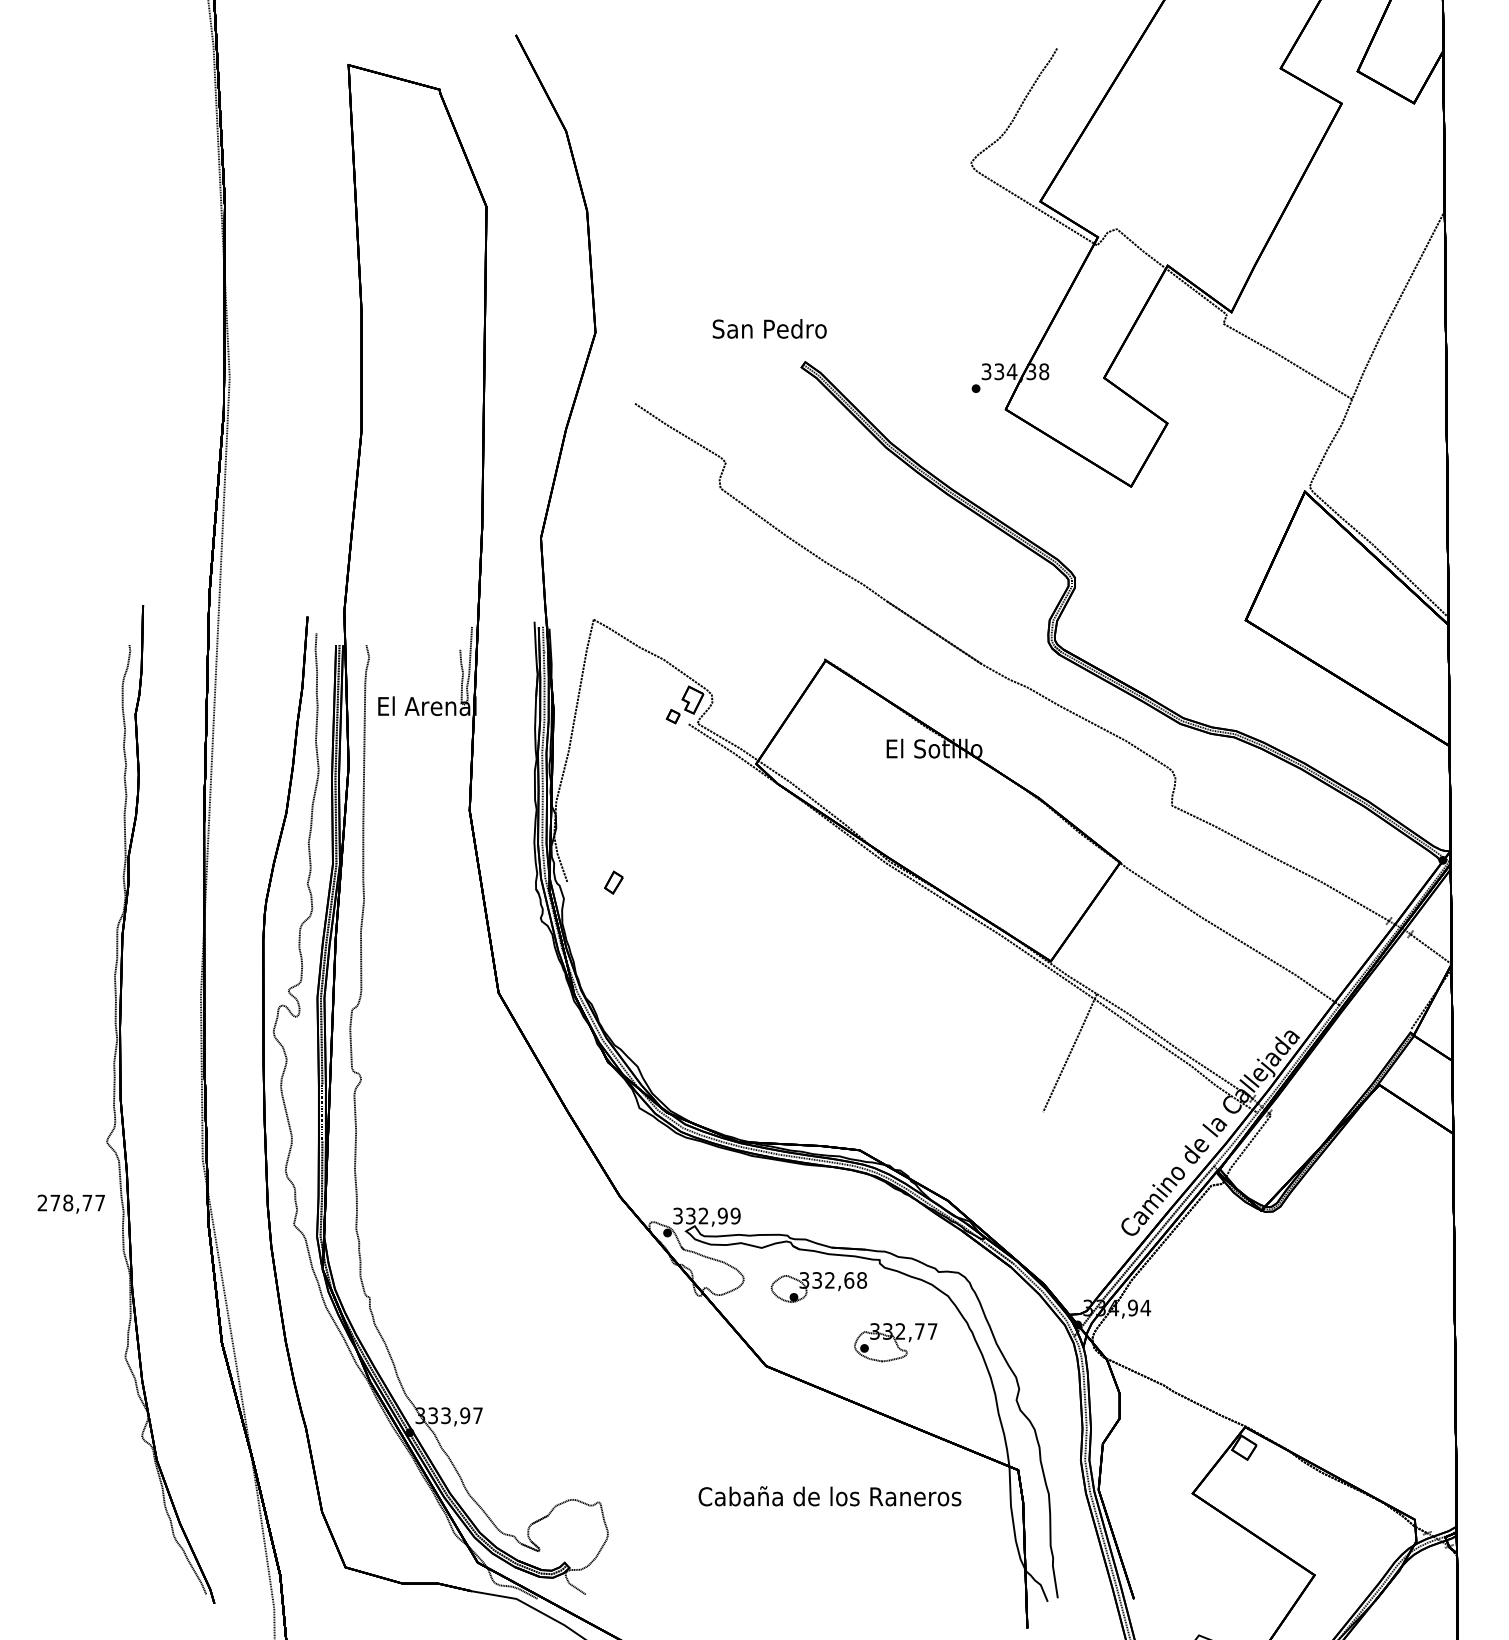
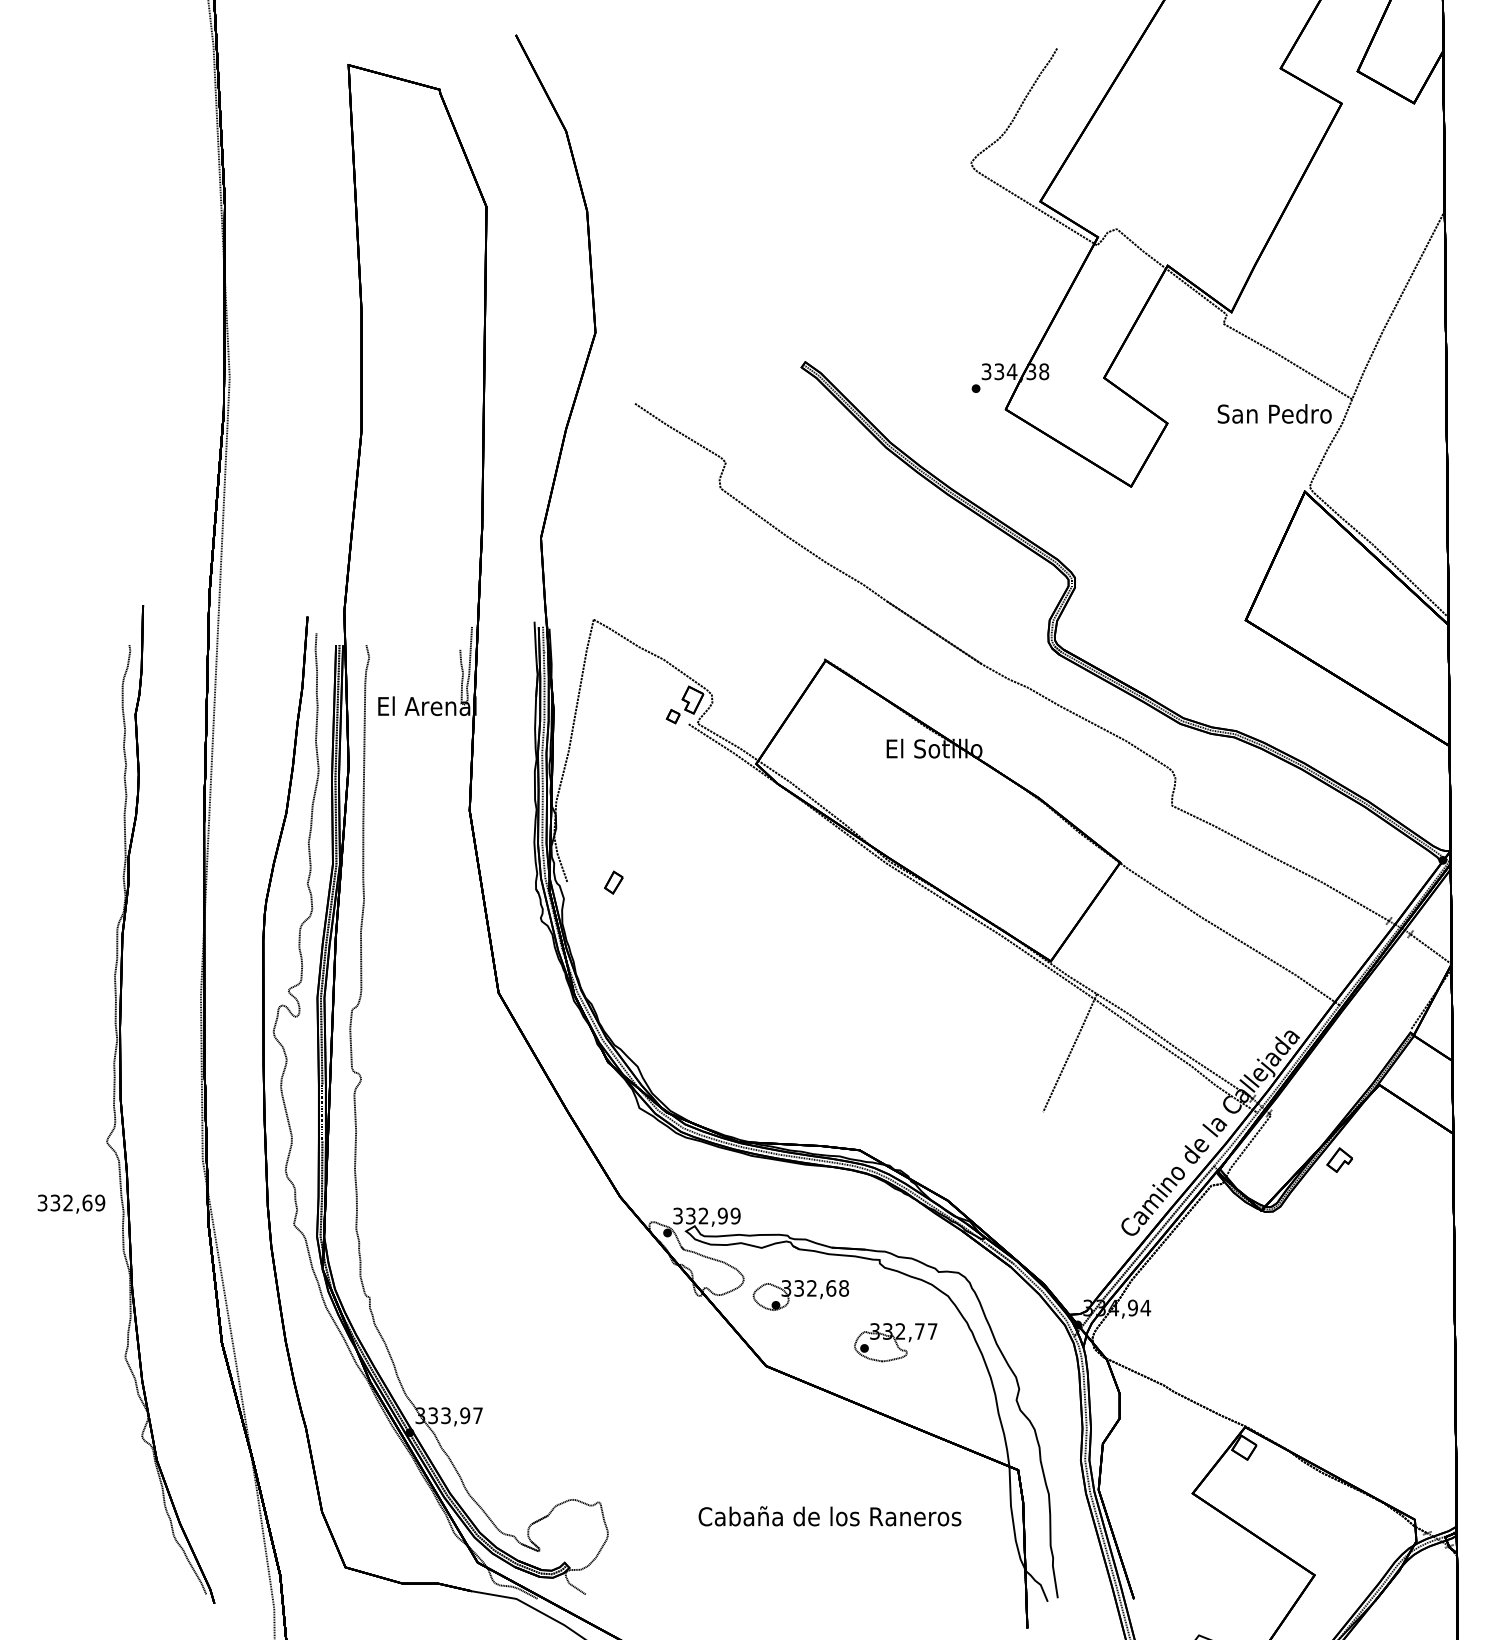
text at (769, 328) position: (769, 328) -> (1274, 413)
part at (1339, 1159): none -> present
text at (71, 1202): 278,77 -> 332,69
part at (818, 1287) position: (818, 1287) -> (800, 1295)
text at (829, 1496) position: (829, 1496) -> (829, 1516)
